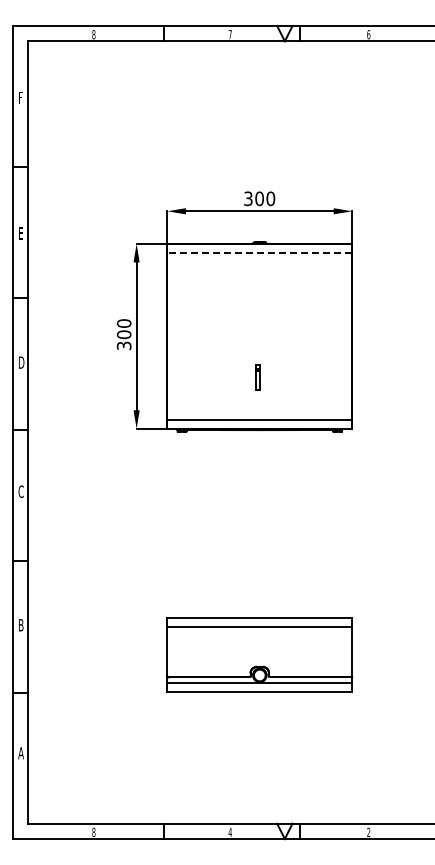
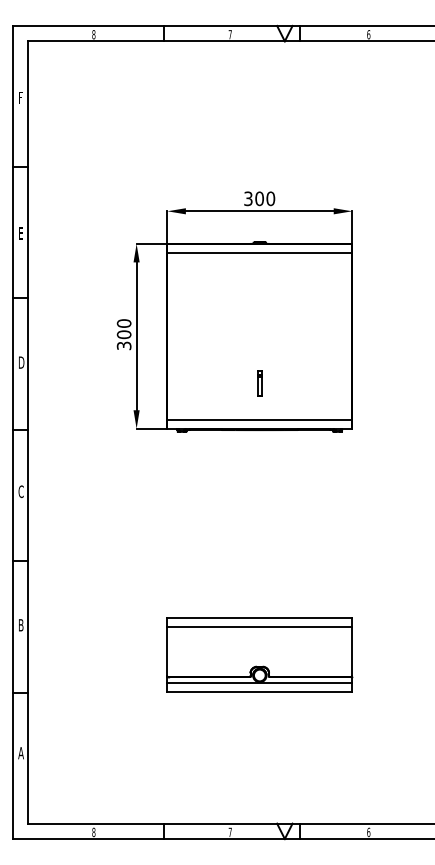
line at (259, 253): dashed -> solid
part at (257, 377) position: (257, 377) -> (259, 383)
text at (230, 831): 4 -> 7
text at (368, 831): 2 -> 6
